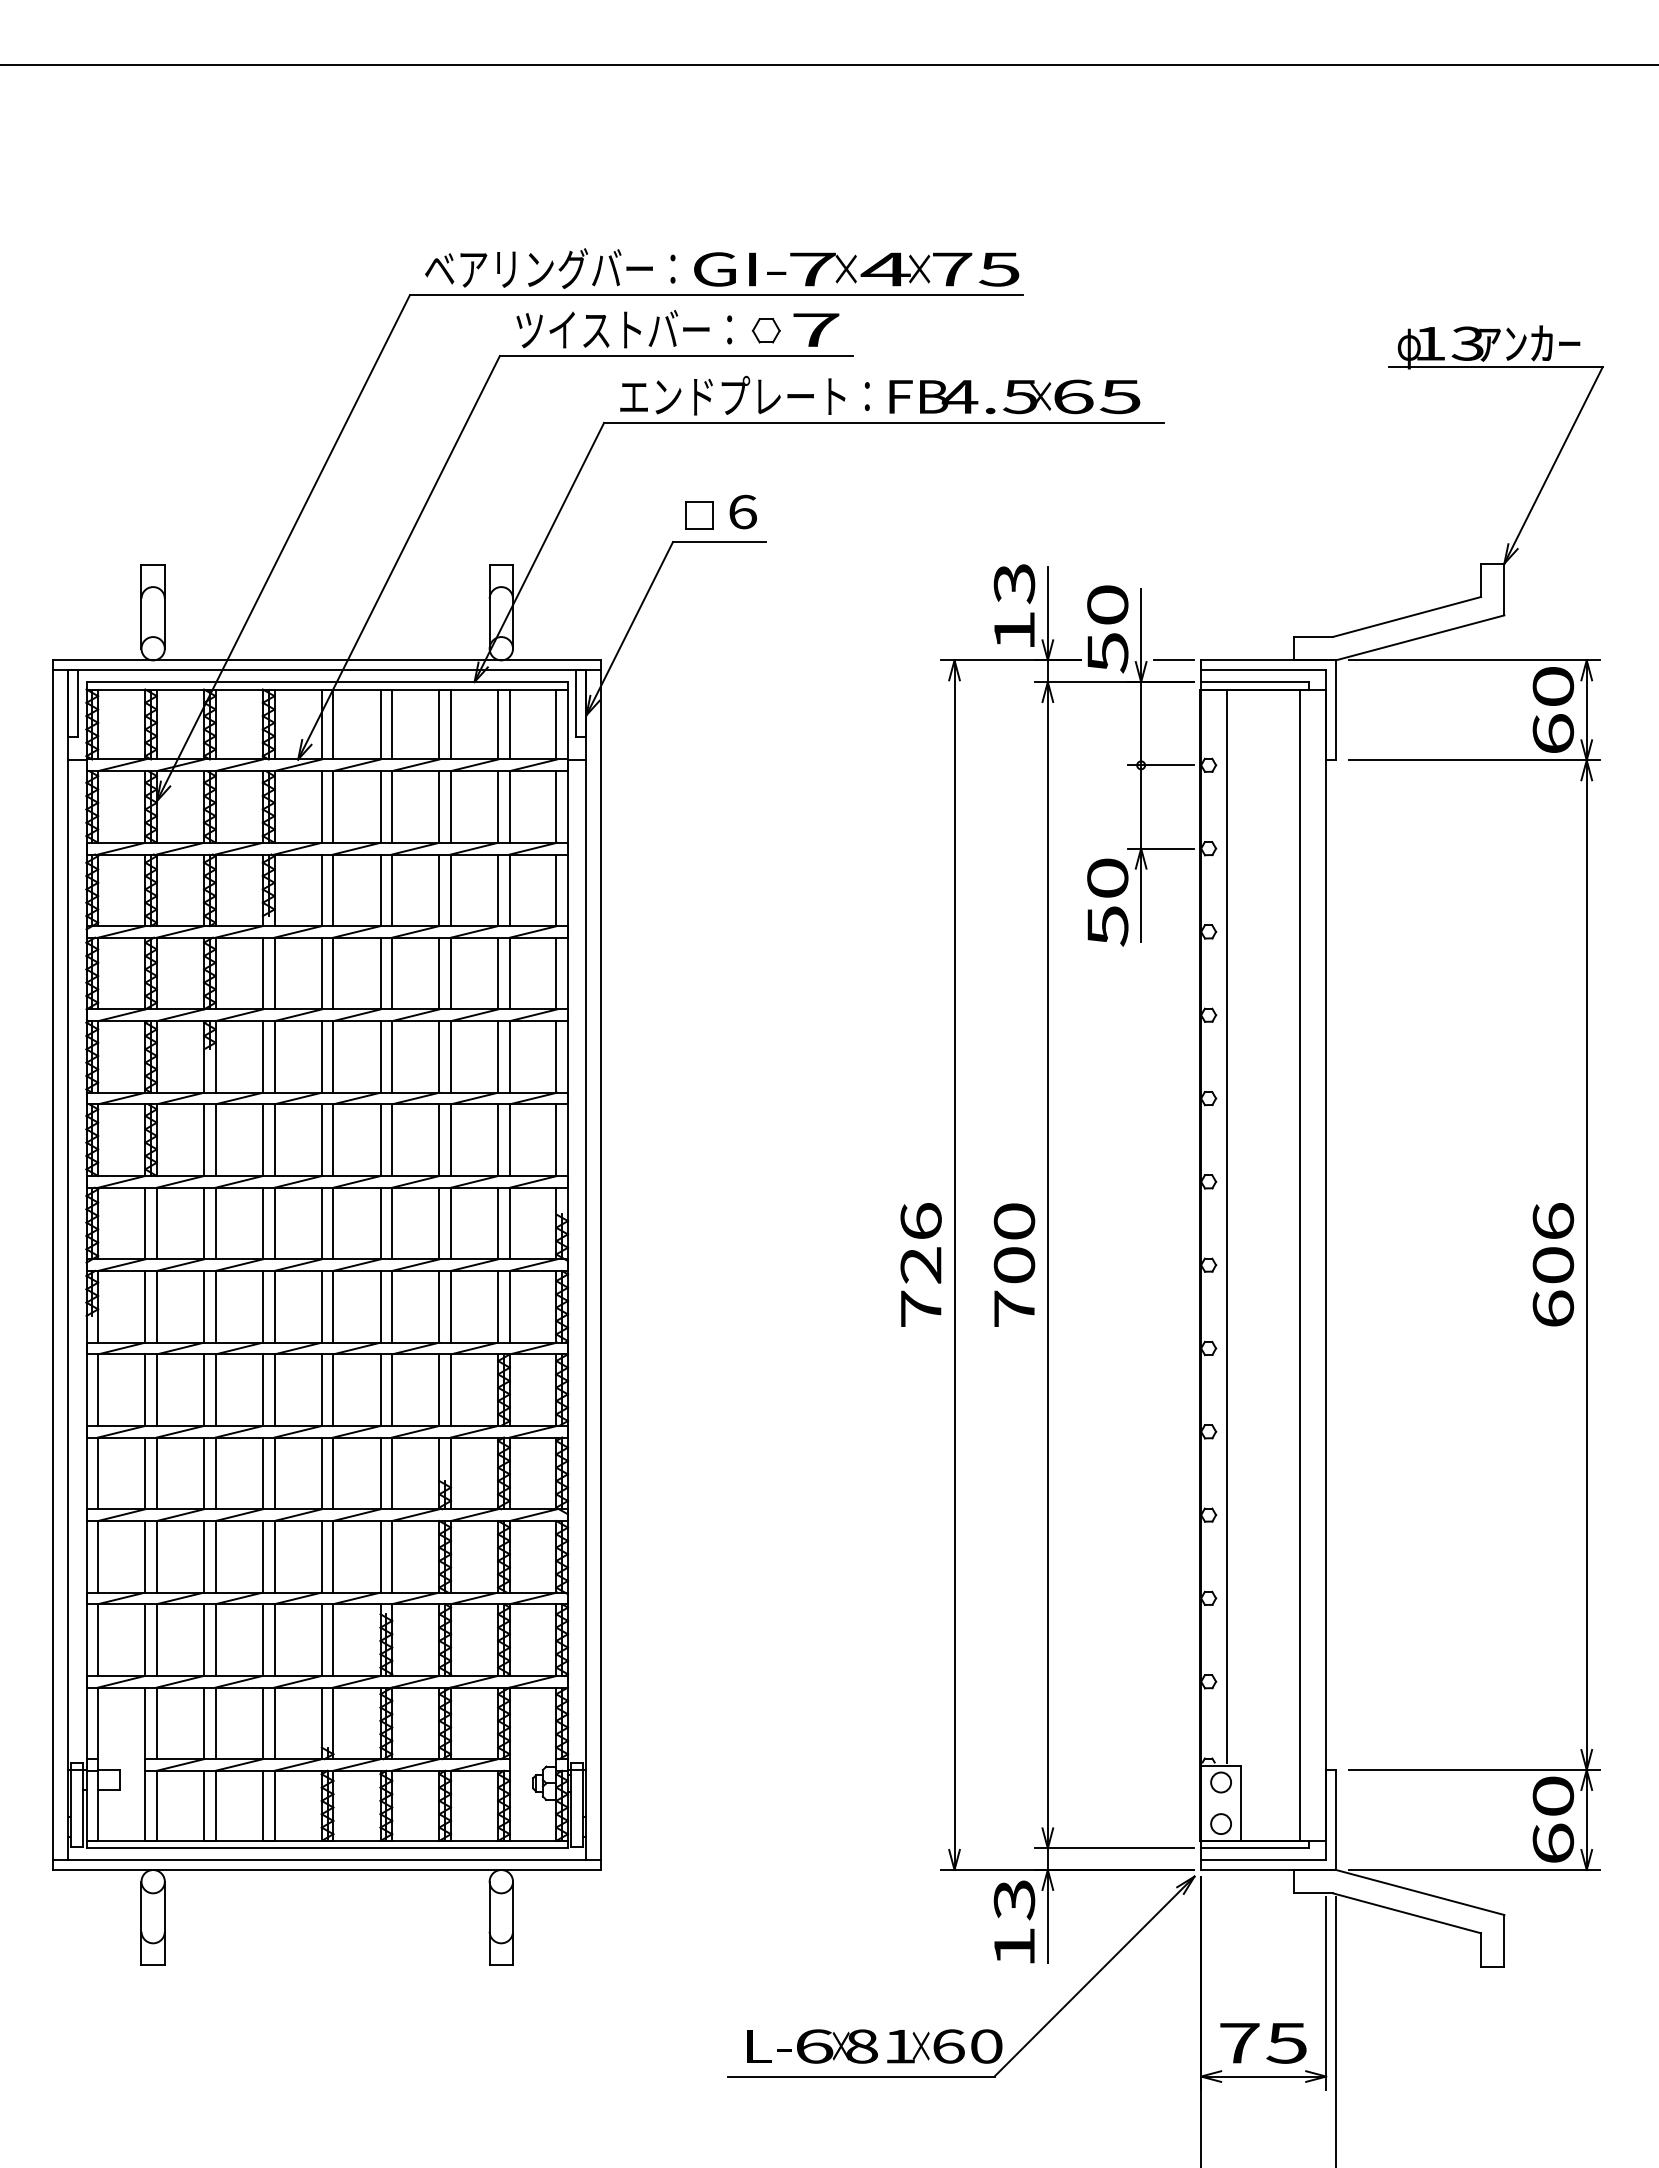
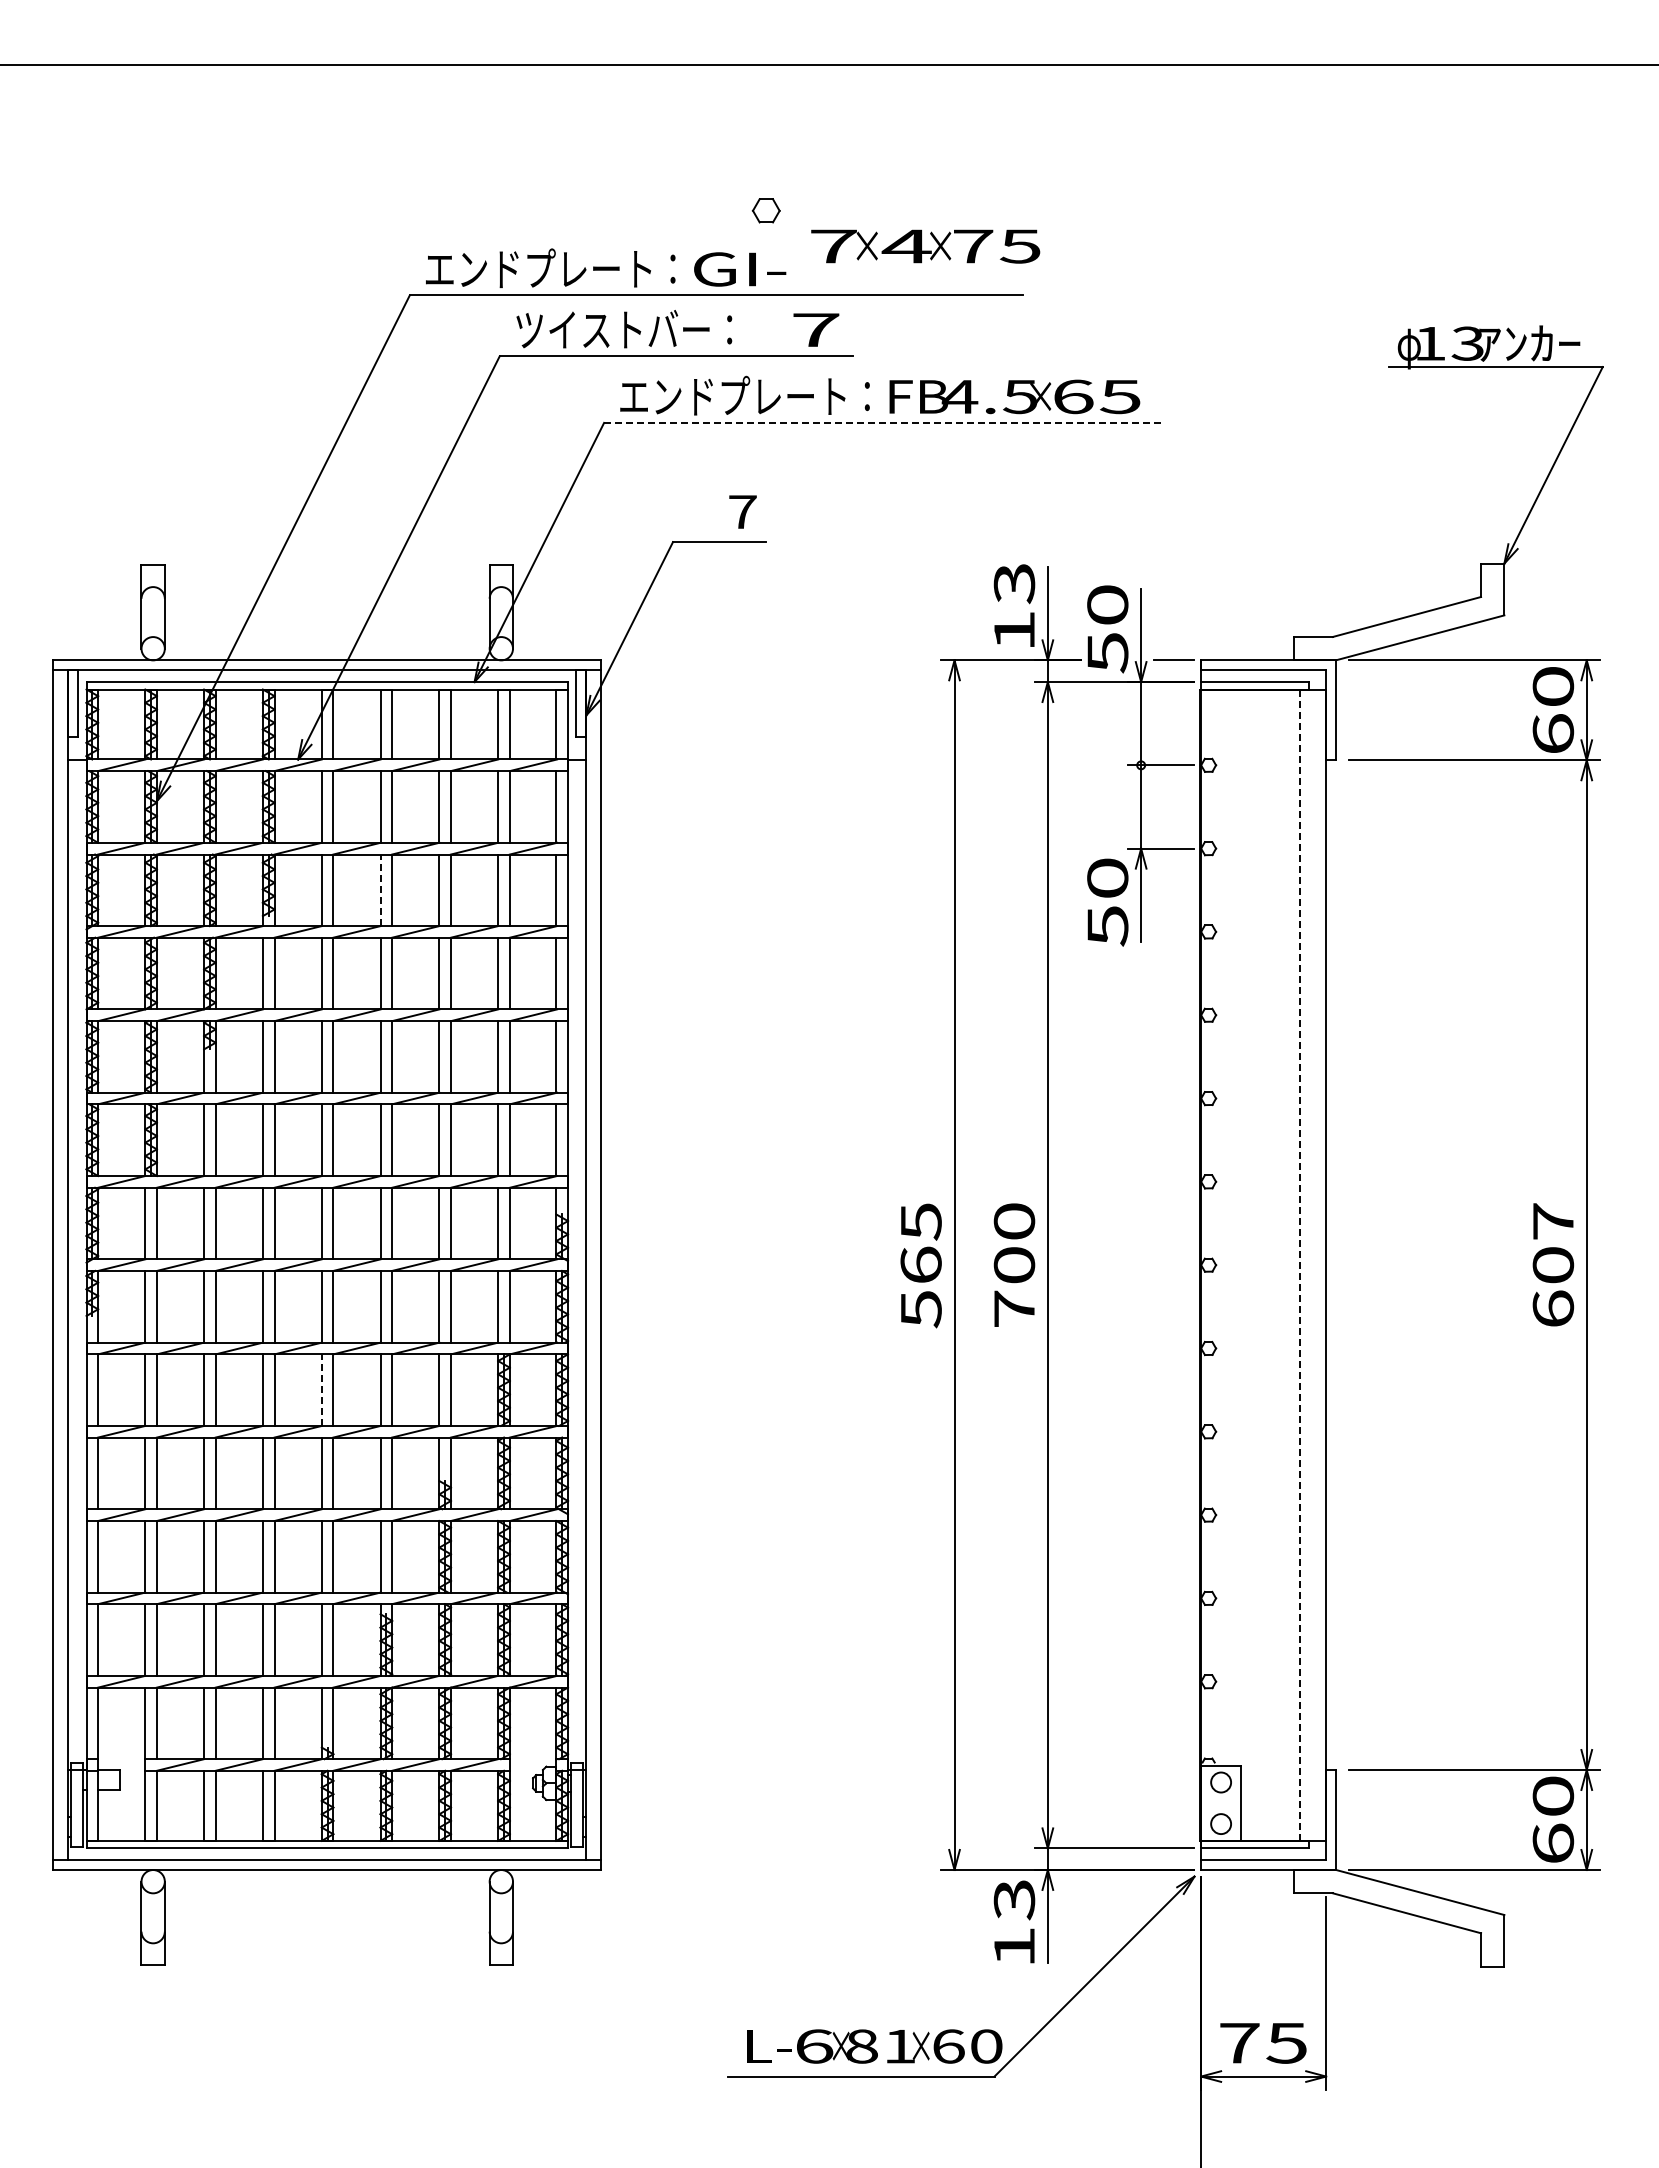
text at (538, 268): ベアリングバー： -> エンドプレート：
text at (904, 269) position: (904, 269) -> (925, 246)
part at (765, 330) position: (765, 330) -> (765, 210)
line at (884, 422): solid -> dashed
text at (742, 511): 6 -> 7
part at (699, 515): present -> none
line at (380, 890): solid -> dashed
text at (1553, 1221): 606 -> 607
line at (1226, 1225): present -> none
text at (920, 1265): 726 -> 565
line at (1300, 1265): solid -> dashed
line at (321, 1390): solid -> dashed
line at (1336, 2030): present -> none
